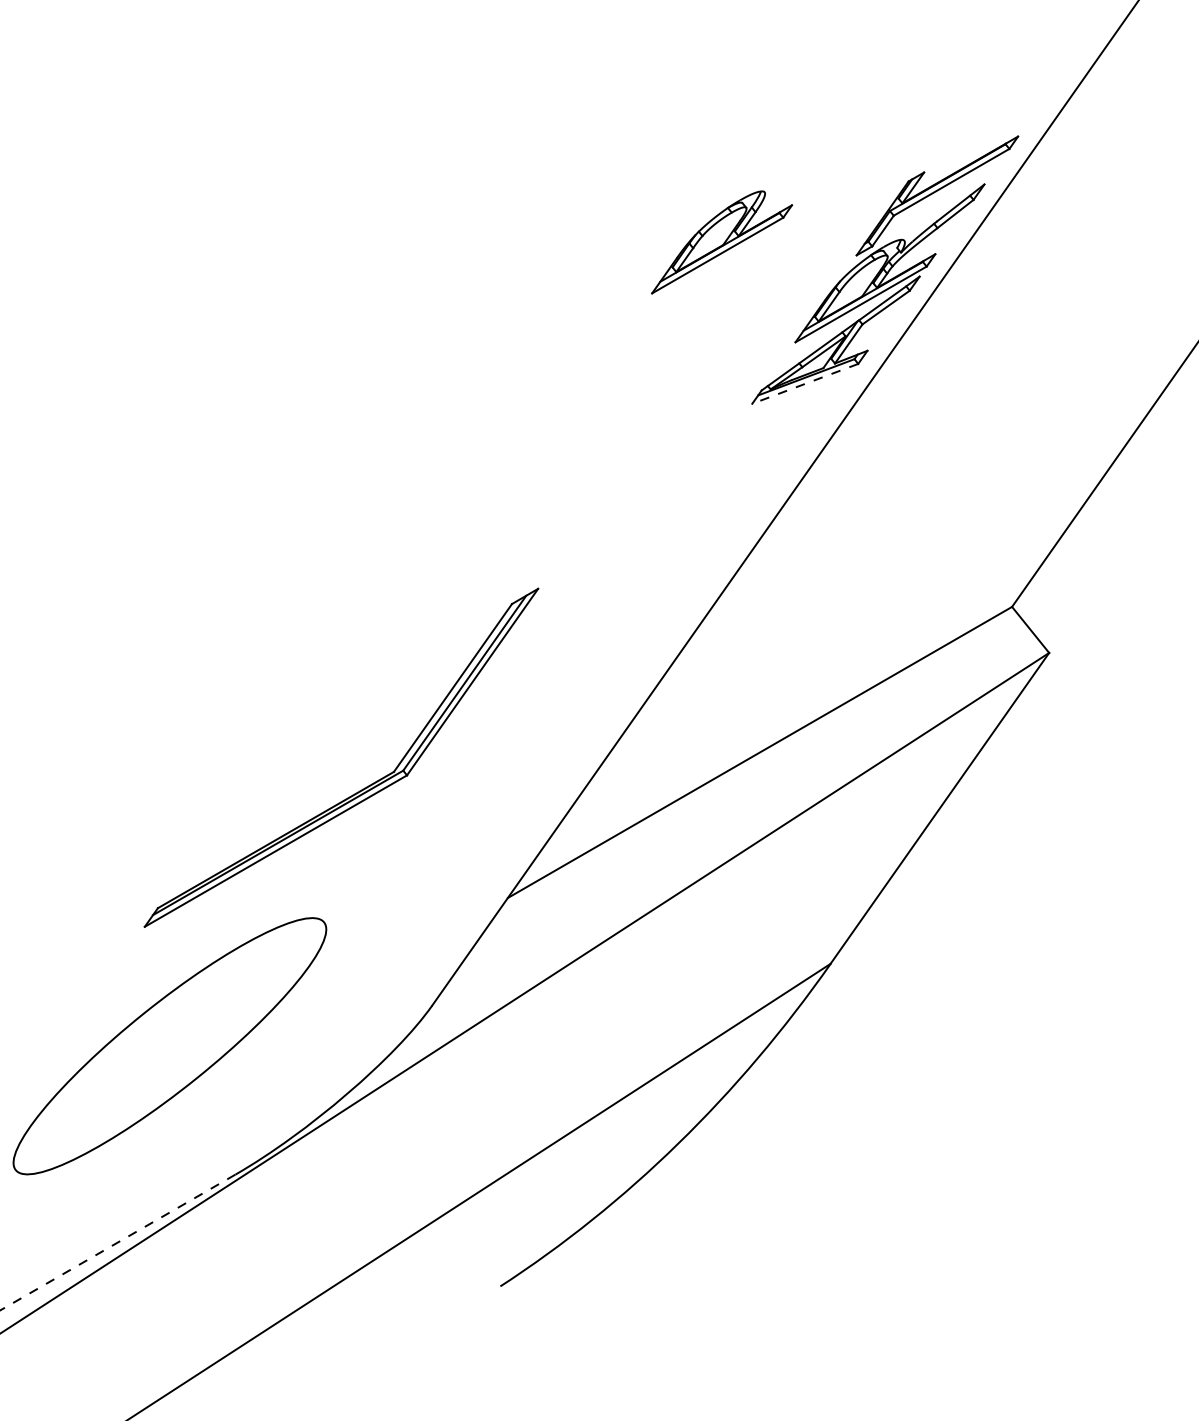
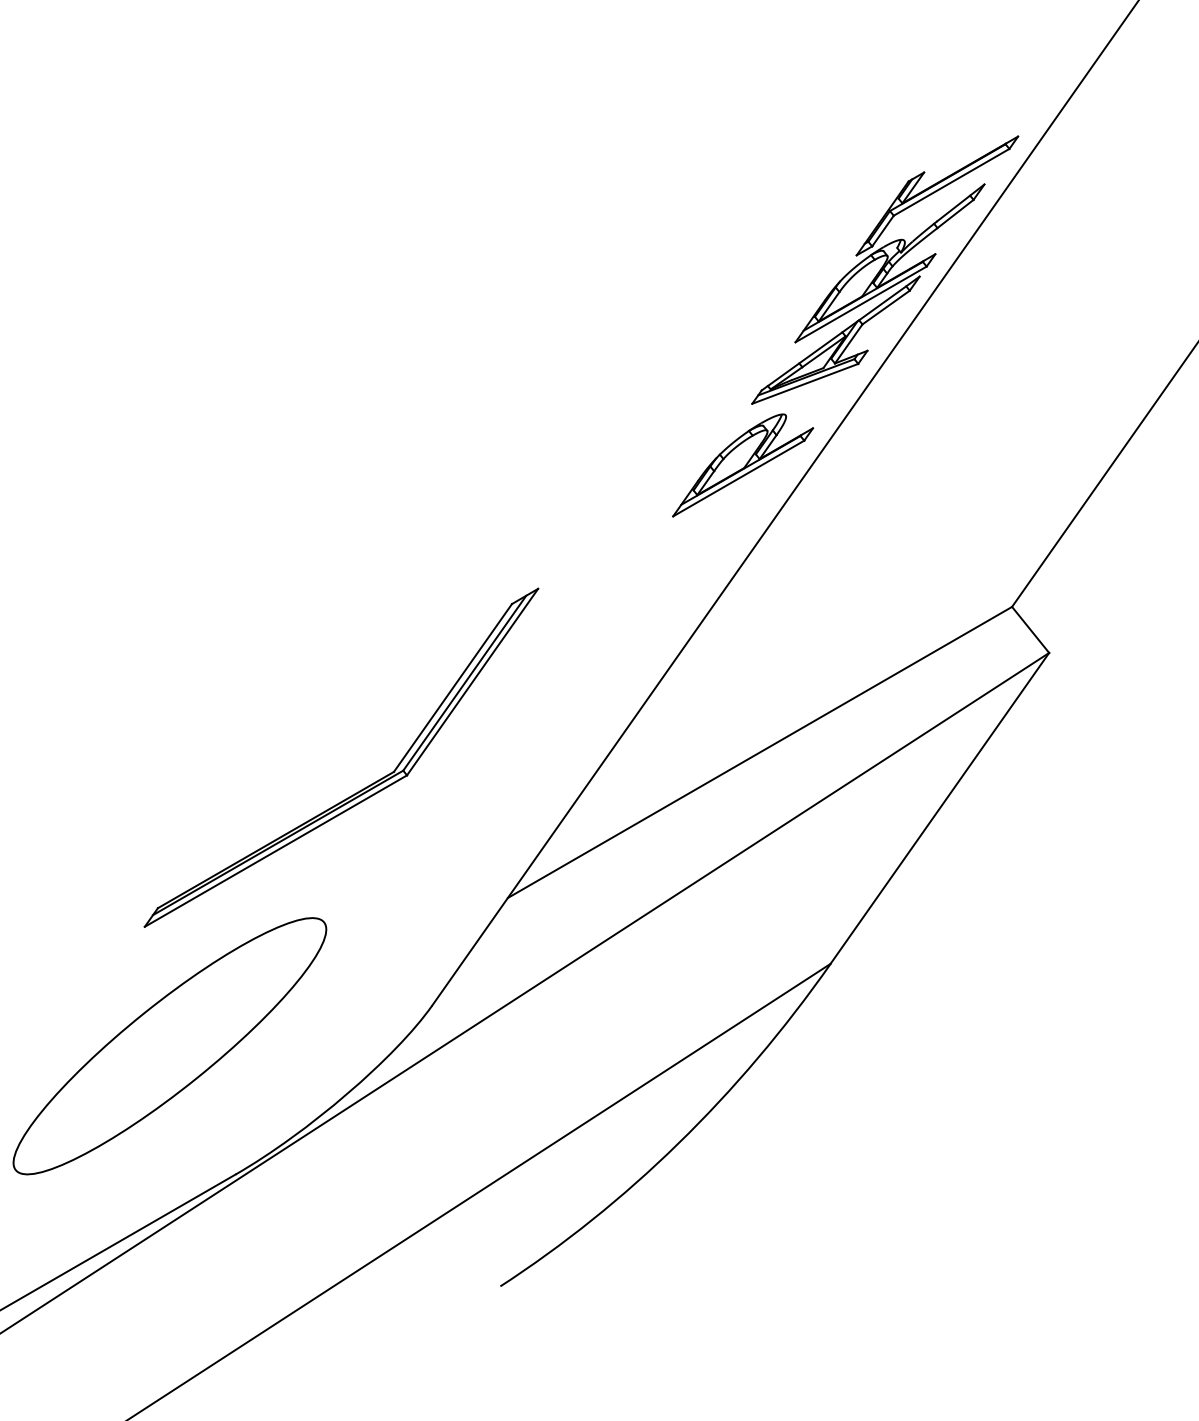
part at (722, 242) position: (722, 242) -> (743, 465)
line at (805, 383): dashed -> solid
line at (117, 1242): dashed -> solid
